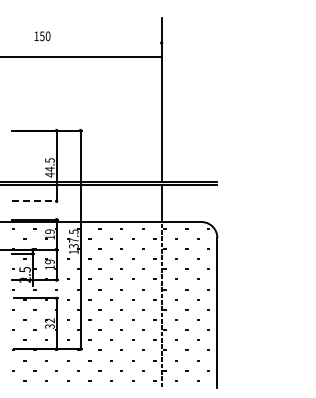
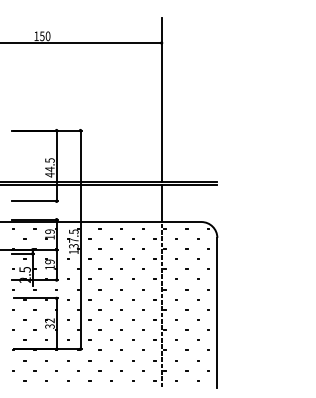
line at (81, 57) position: (81, 57) -> (81, 43)
line at (35, 201): dashed -> solid
